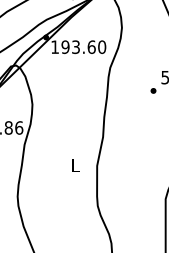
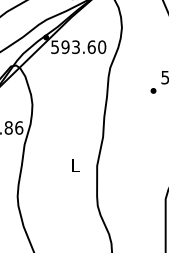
text at (54, 47): 193.60 -> 593.60
